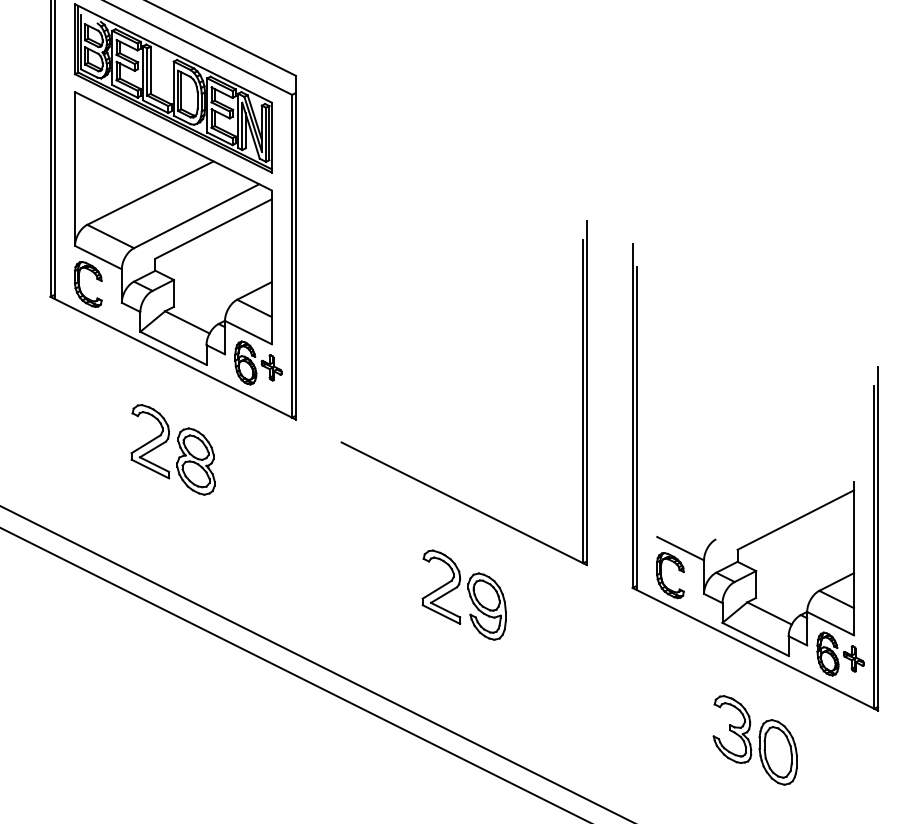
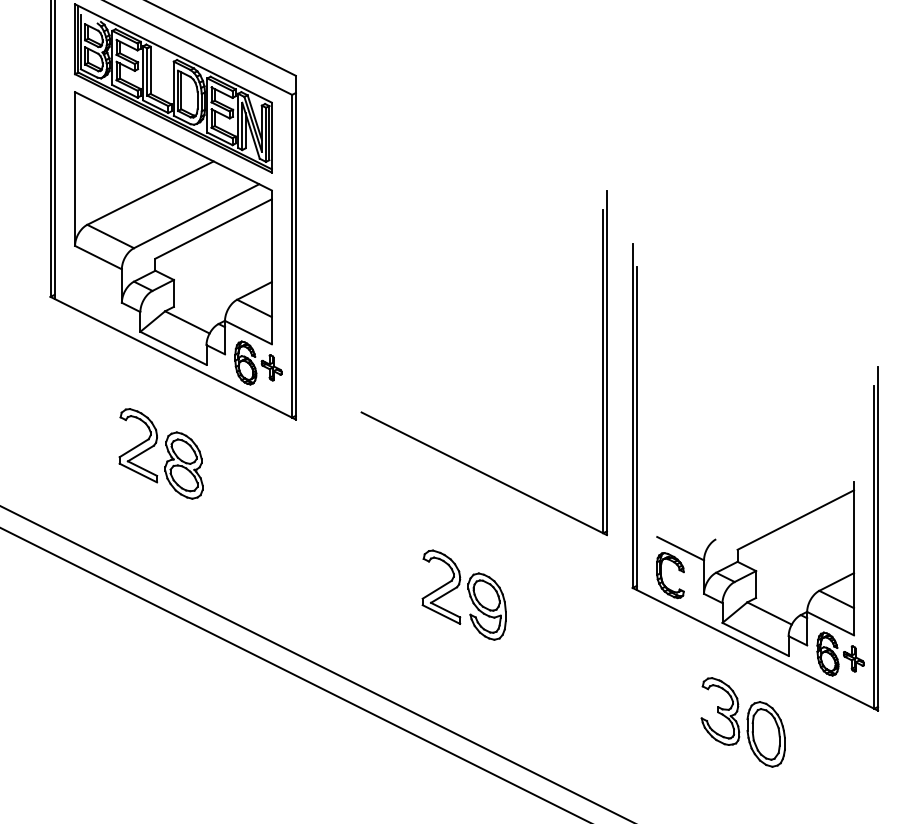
part at (80, 286): present -> none
part at (179, 448) position: (179, 448) -> (167, 452)
part at (420, 480) position: (420, 480) -> (440, 450)
part at (754, 740) position: (754, 740) -> (742, 722)
